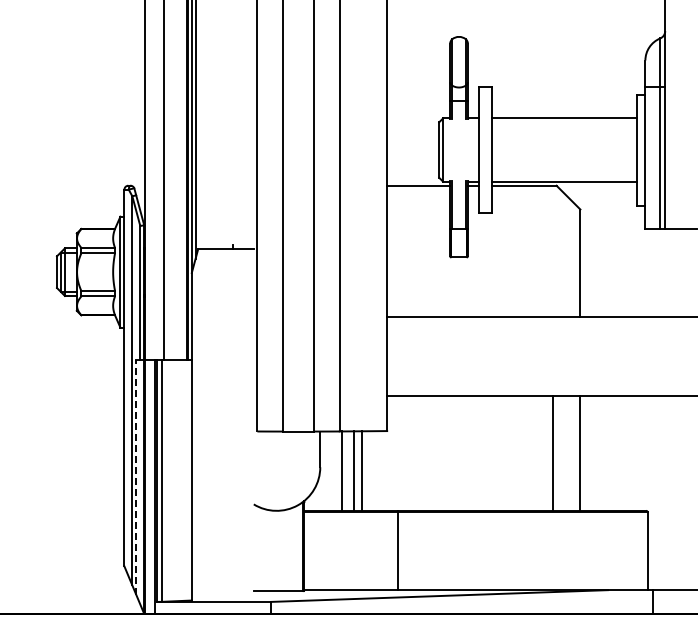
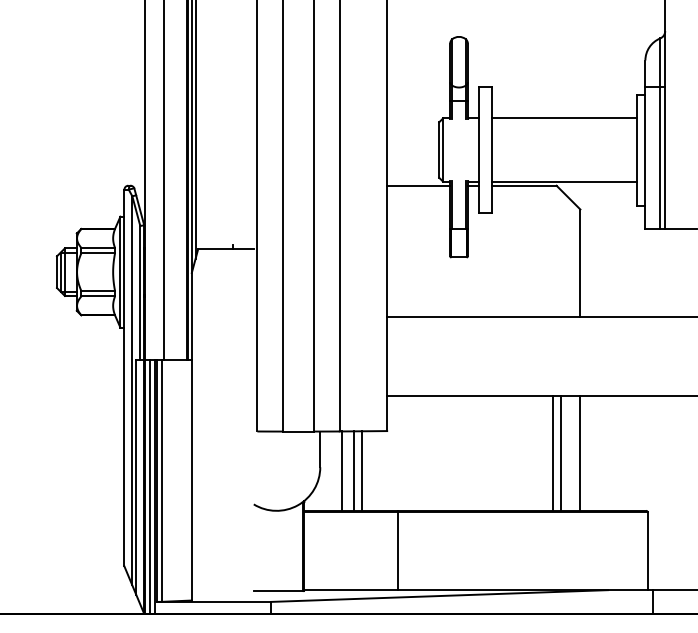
line at (560, 452): none -> present
line at (136, 477): dashed -> solid
line at (150, 486): none -> present
